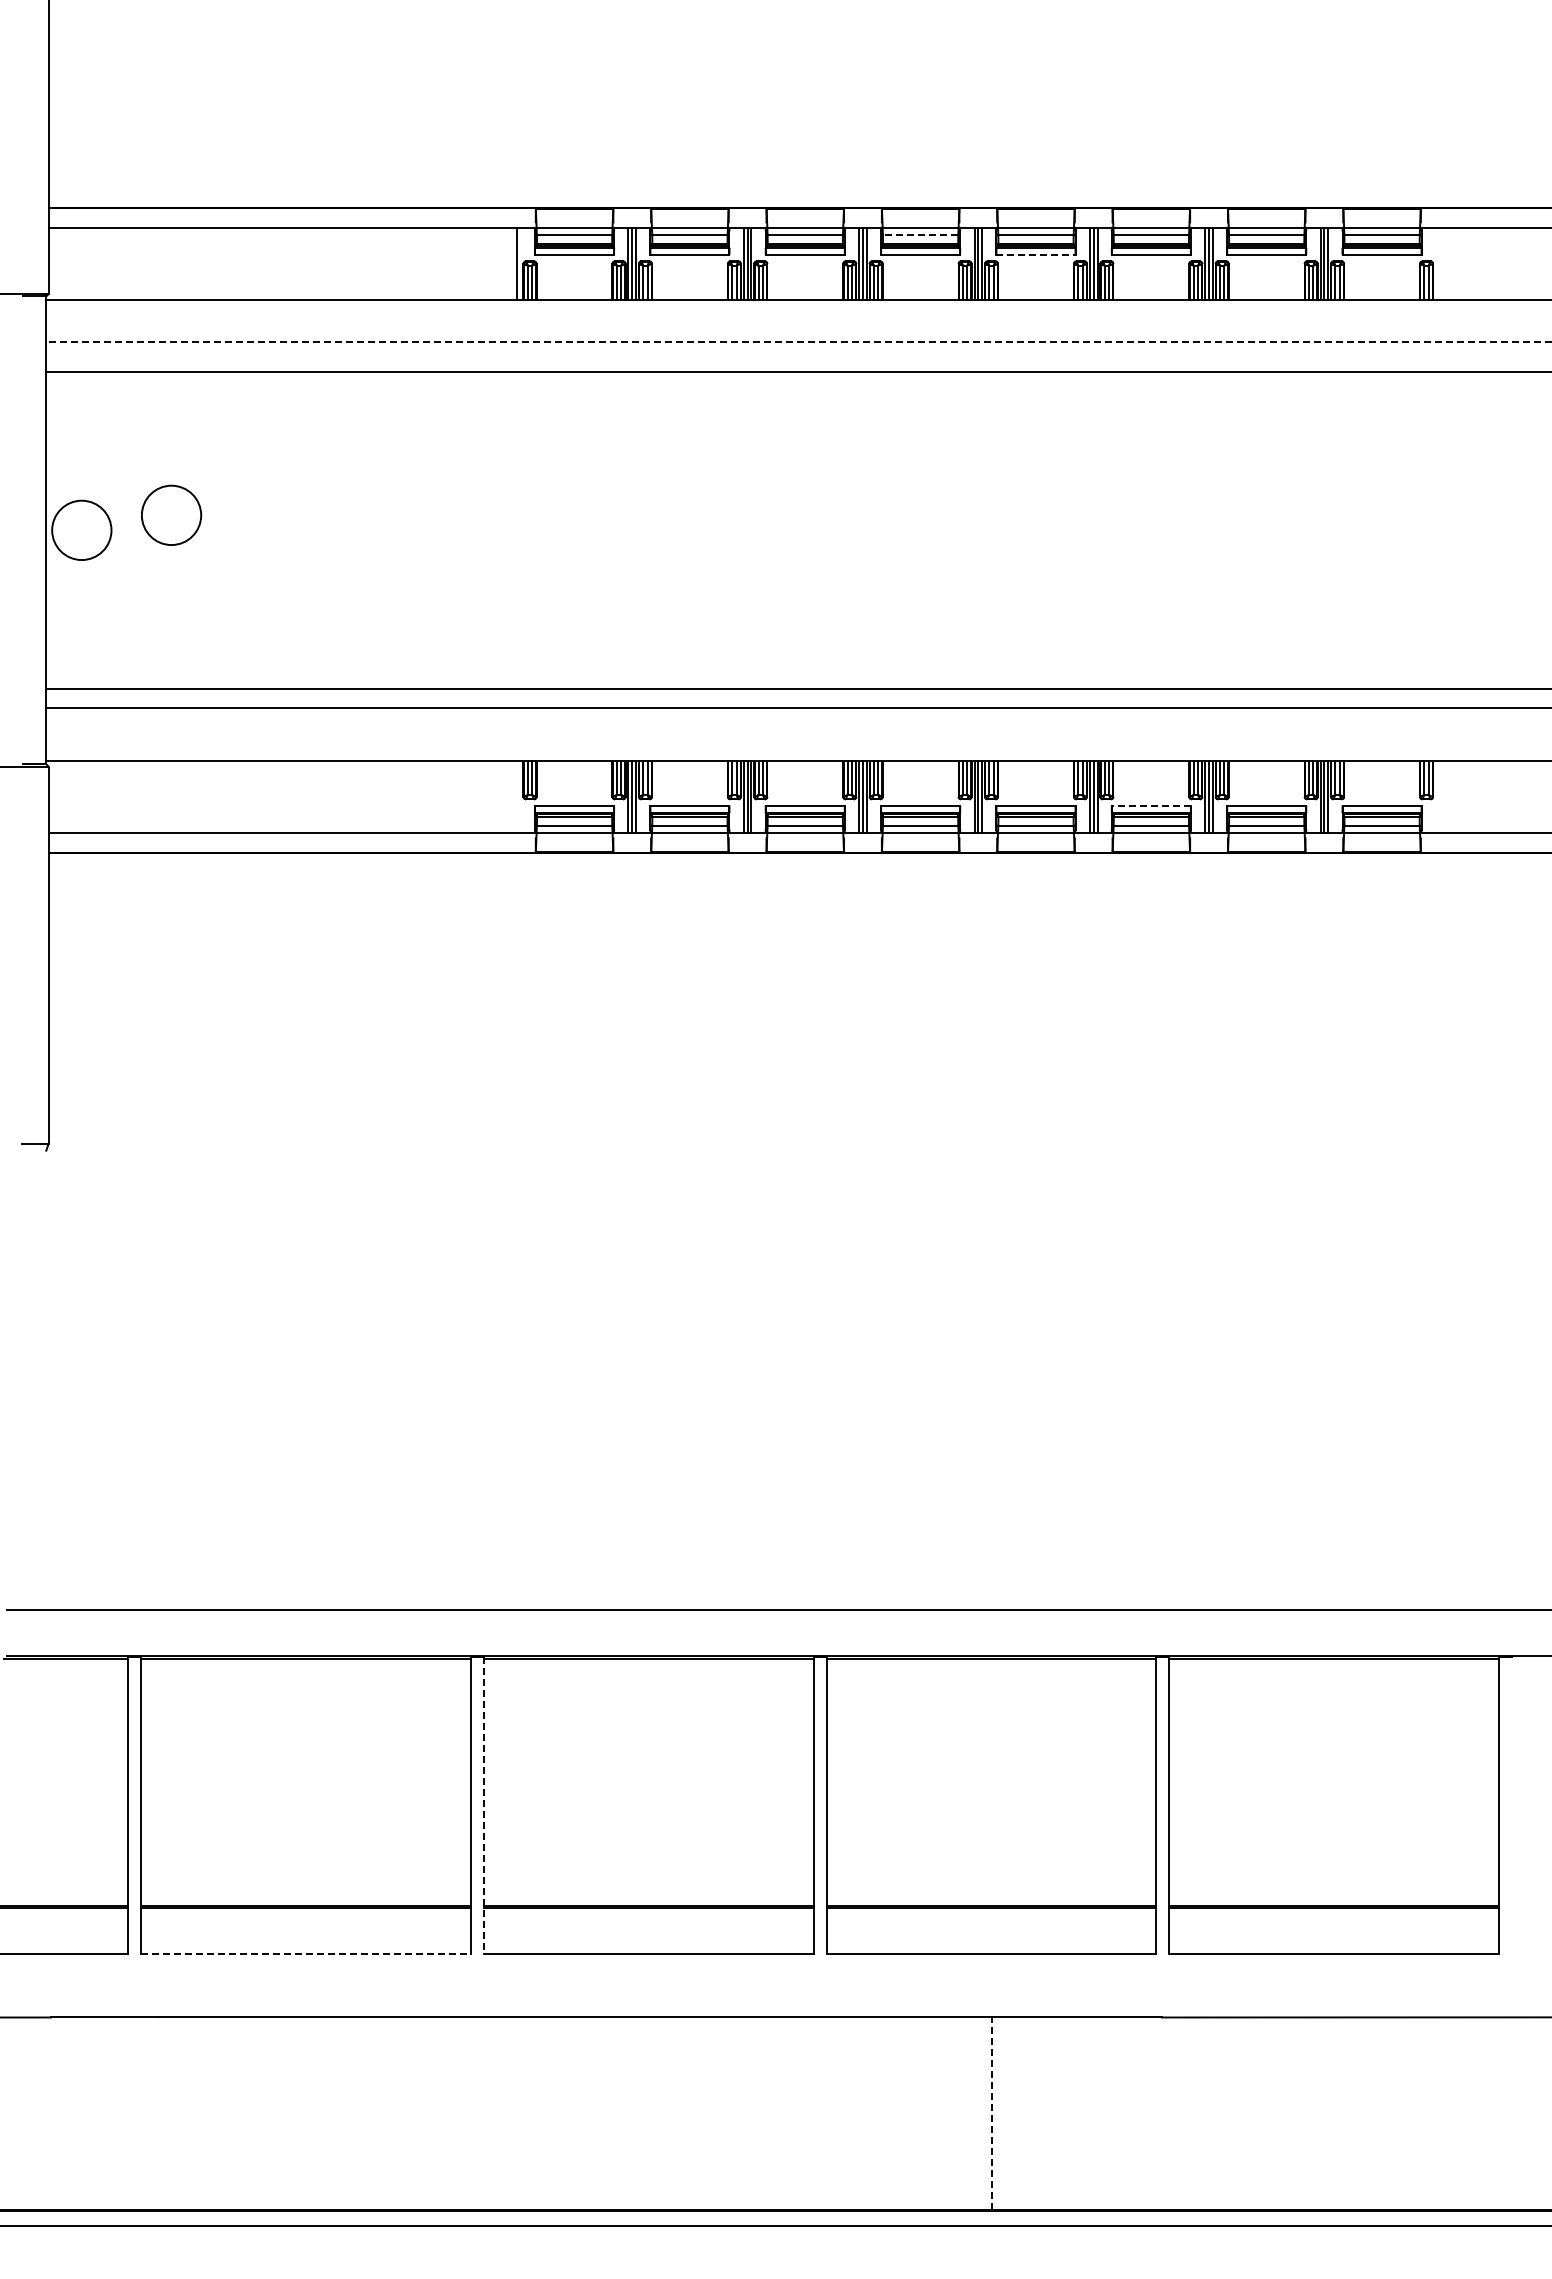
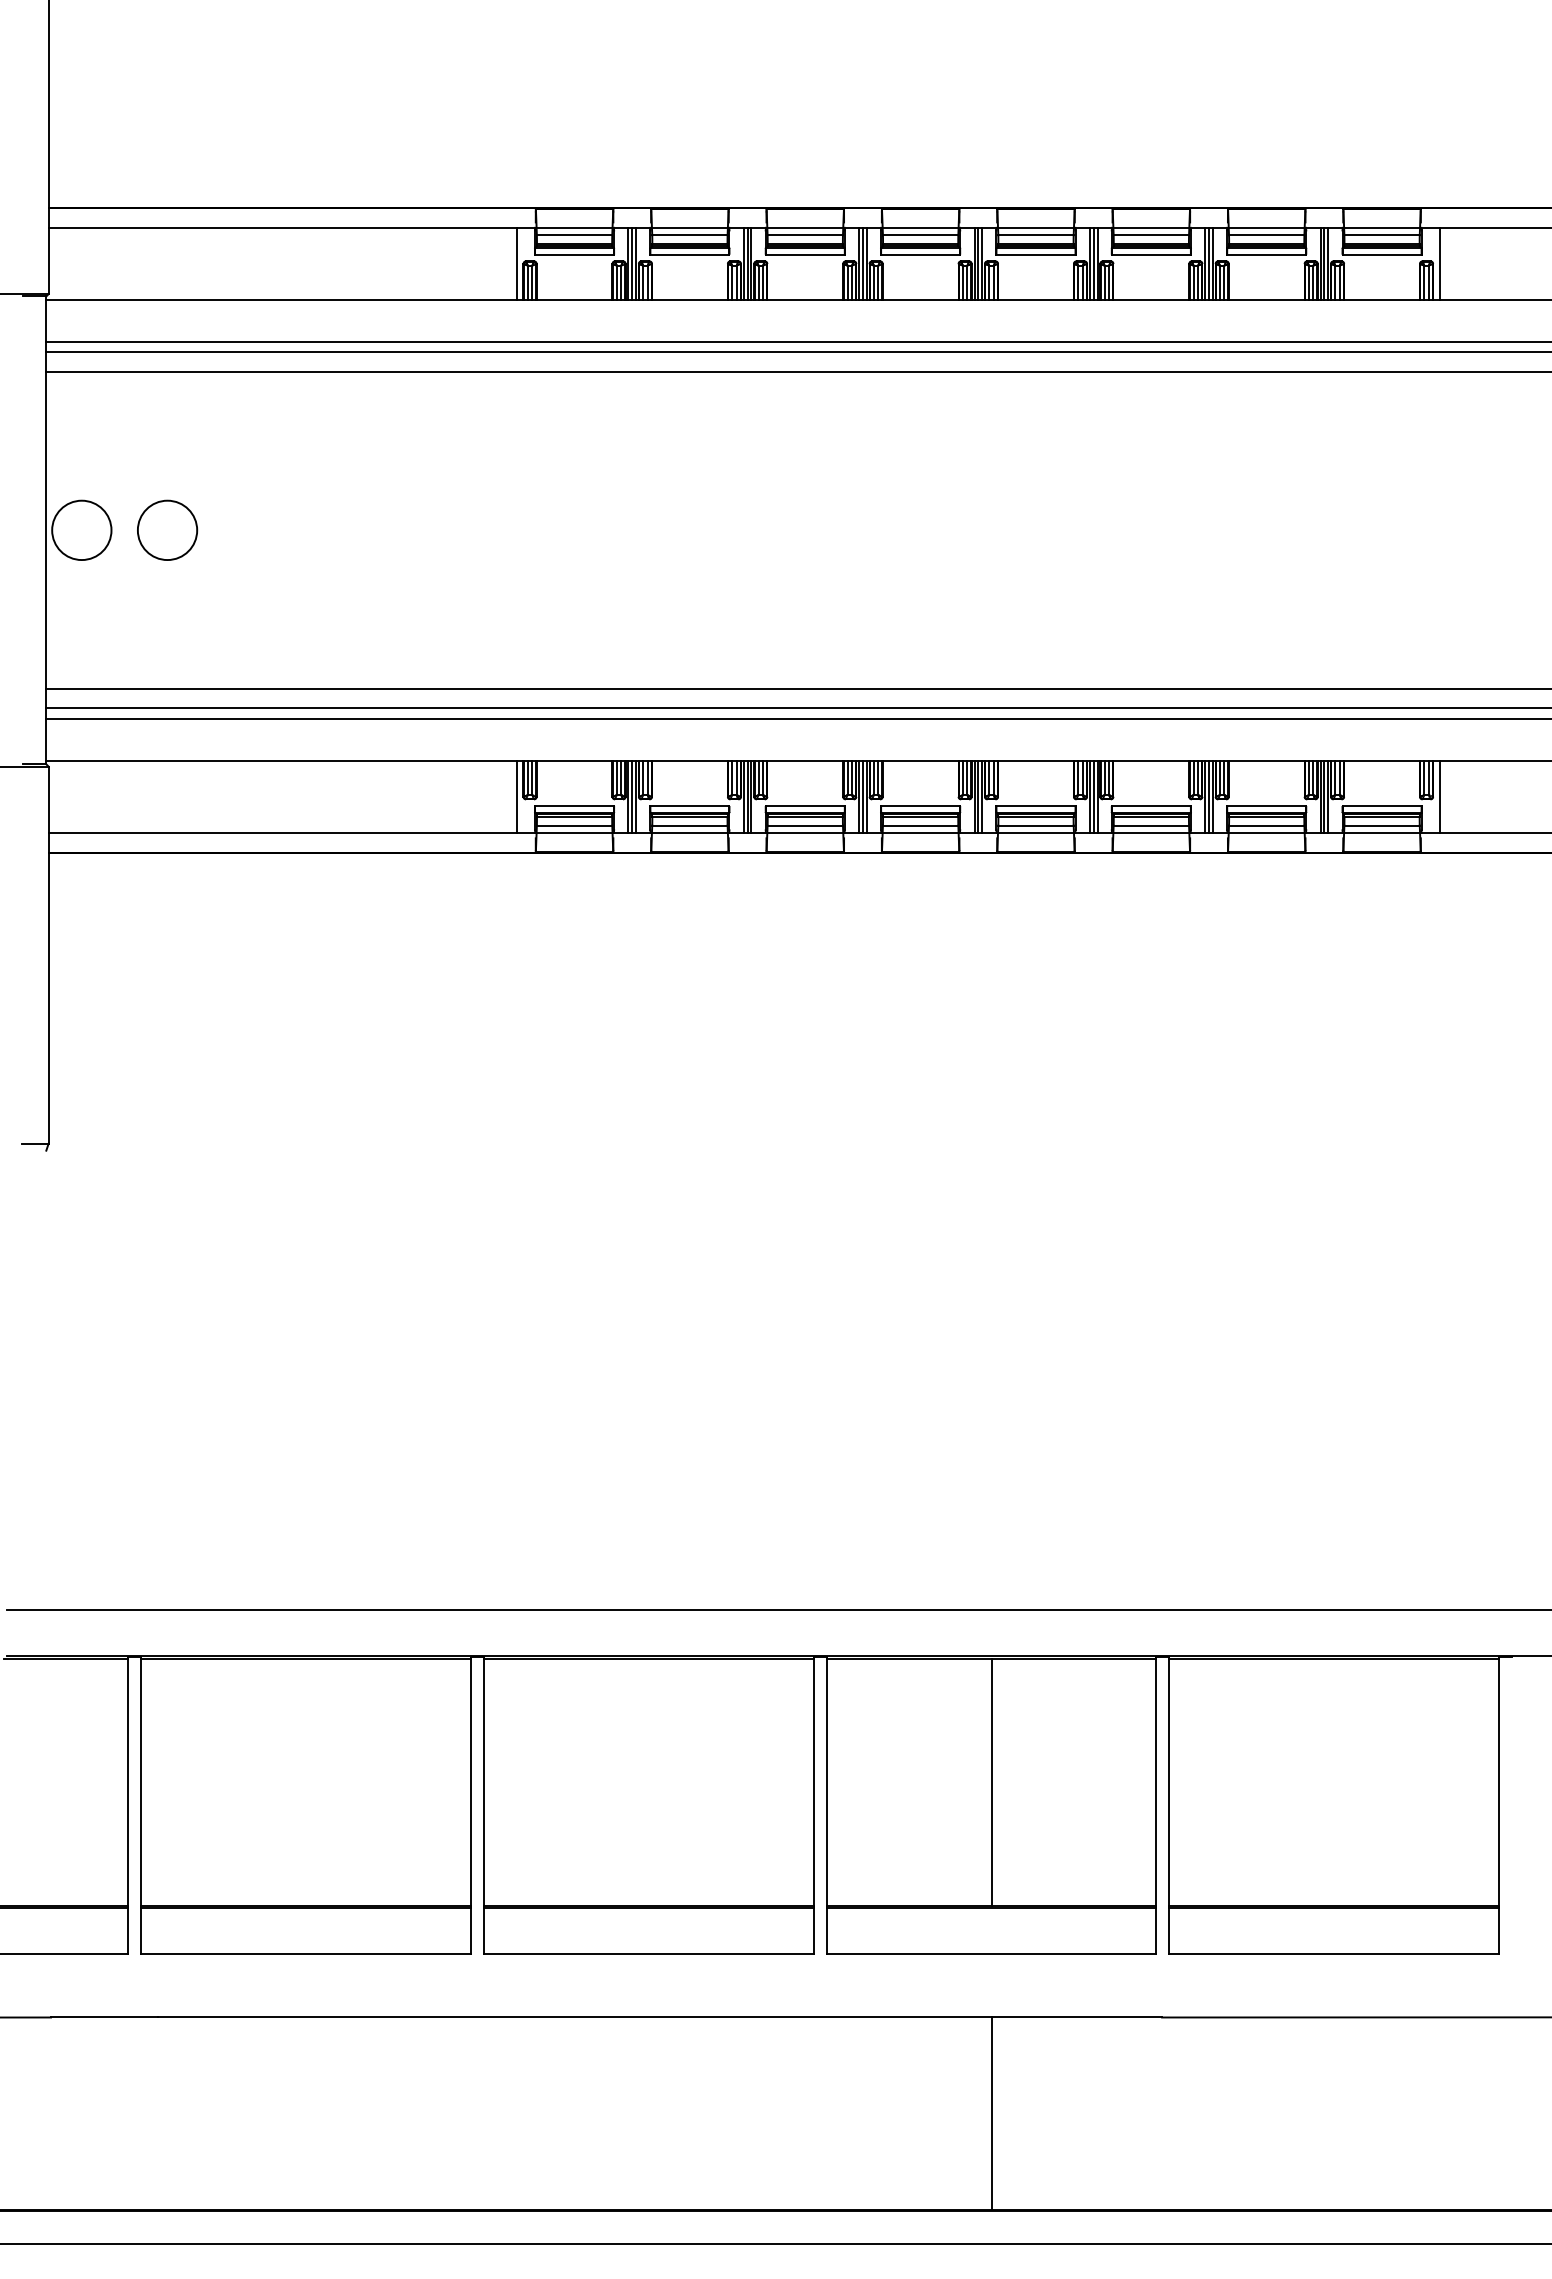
line at (920, 235): dashed -> solid
line at (1036, 254): dashed -> solid
line at (1439, 263): none -> present
line at (799, 341): dashed -> solid
line at (797, 352): none -> present
circle at (171, 514) position: (171, 514) -> (167, 529)
line at (797, 718): none -> present
line at (516, 796): none -> present
line at (1439, 796): none -> present
line at (1151, 806): dashed -> solid
line at (991, 1782): none -> present
line at (483, 1805): dashed -> solid
line at (305, 1953): dashed -> solid
line at (991, 2113): dashed -> solid
line at (775, 2225) position: (775, 2225) -> (775, 2243)
